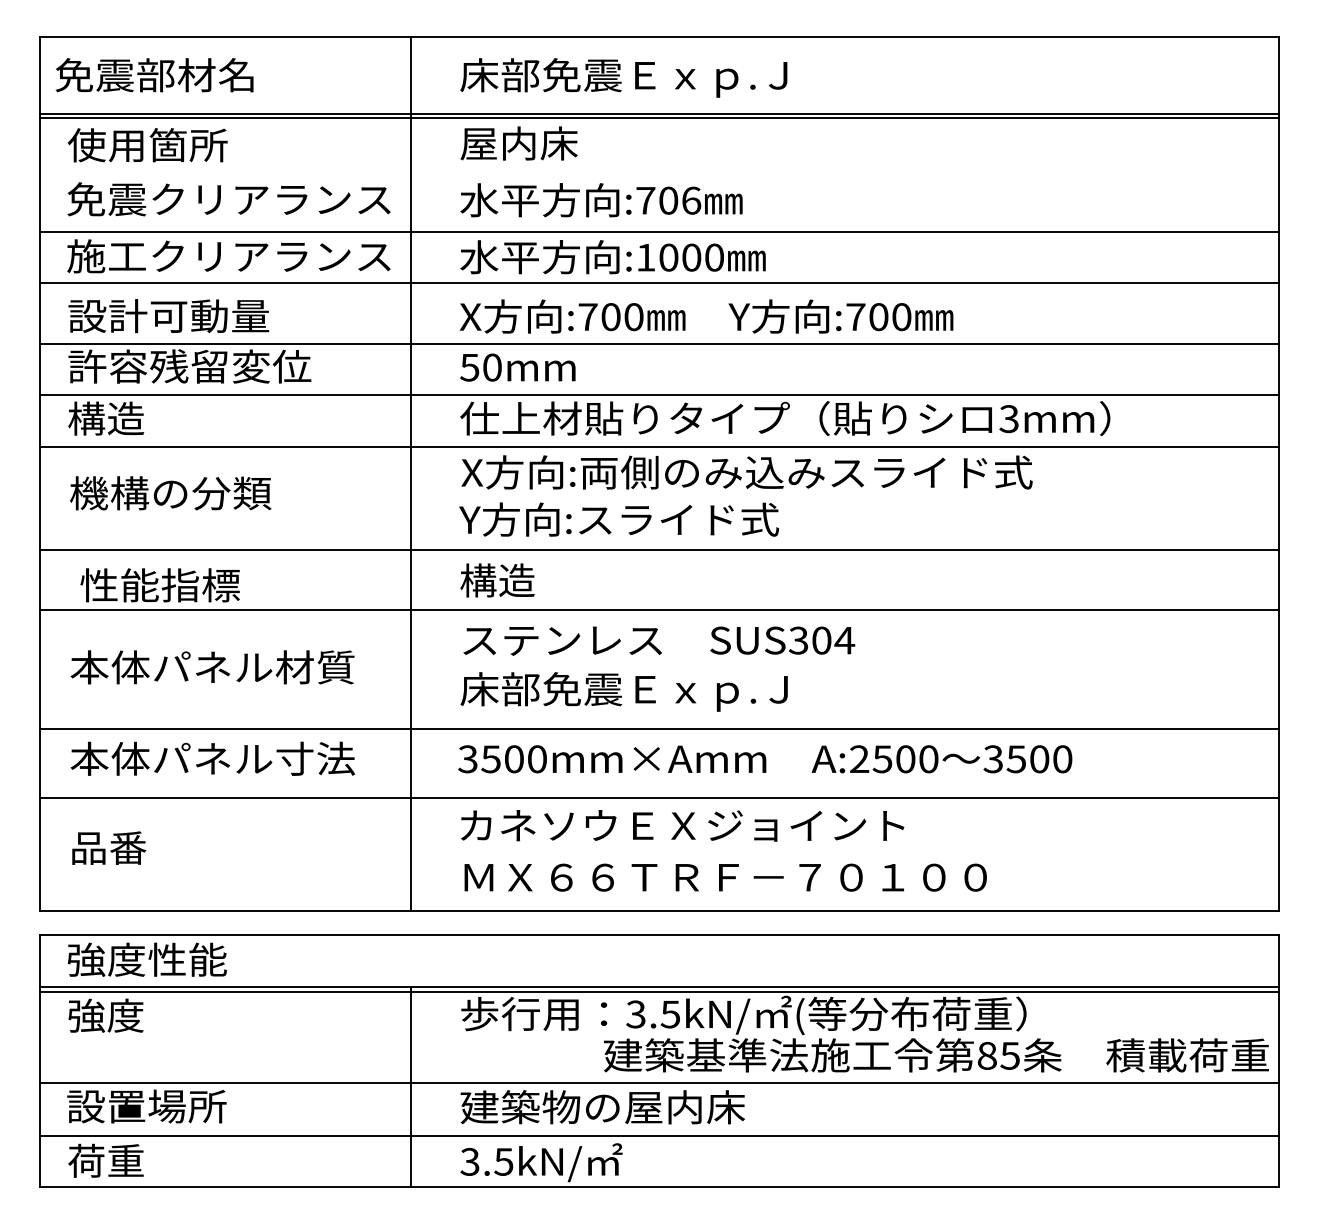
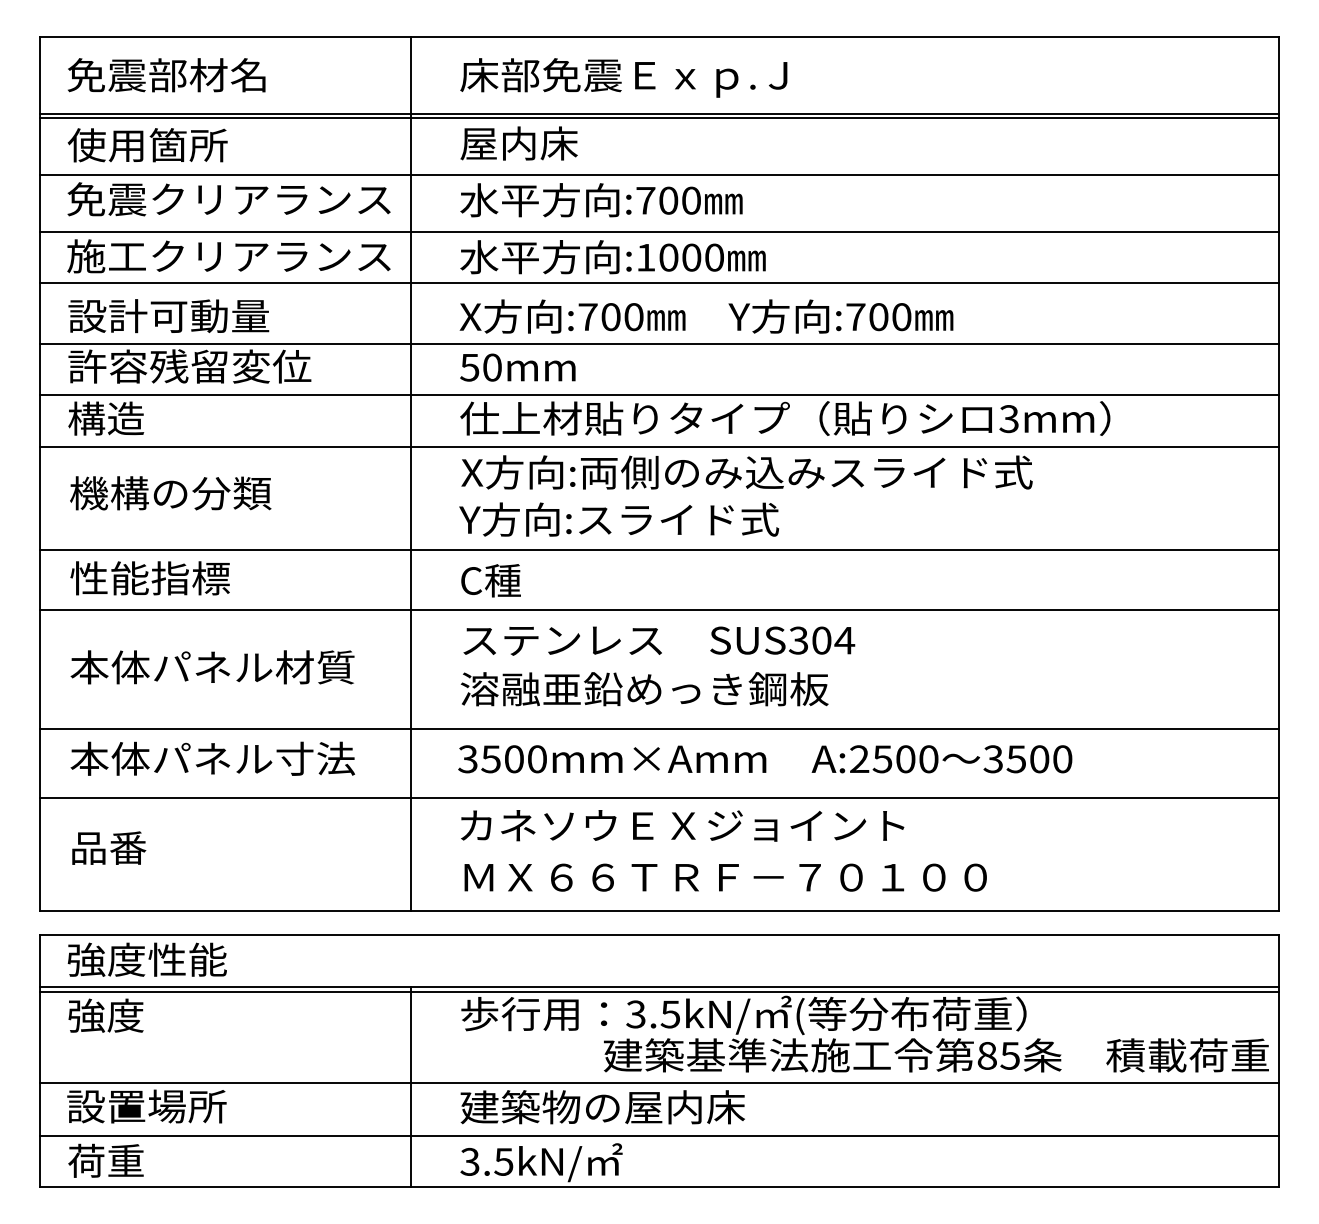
text at (154, 75) position: (154, 75) -> (166, 75)
line at (659, 174): none -> present
text at (691, 200): :706 -> :700
text at (497, 580): 構造 -> C種
text at (159, 585) position: (159, 585) -> (149, 578)
text at (644, 691): 床部免震Ｅｘｐ.Ｊ -> 溶融亜鉛めっき鋼板
